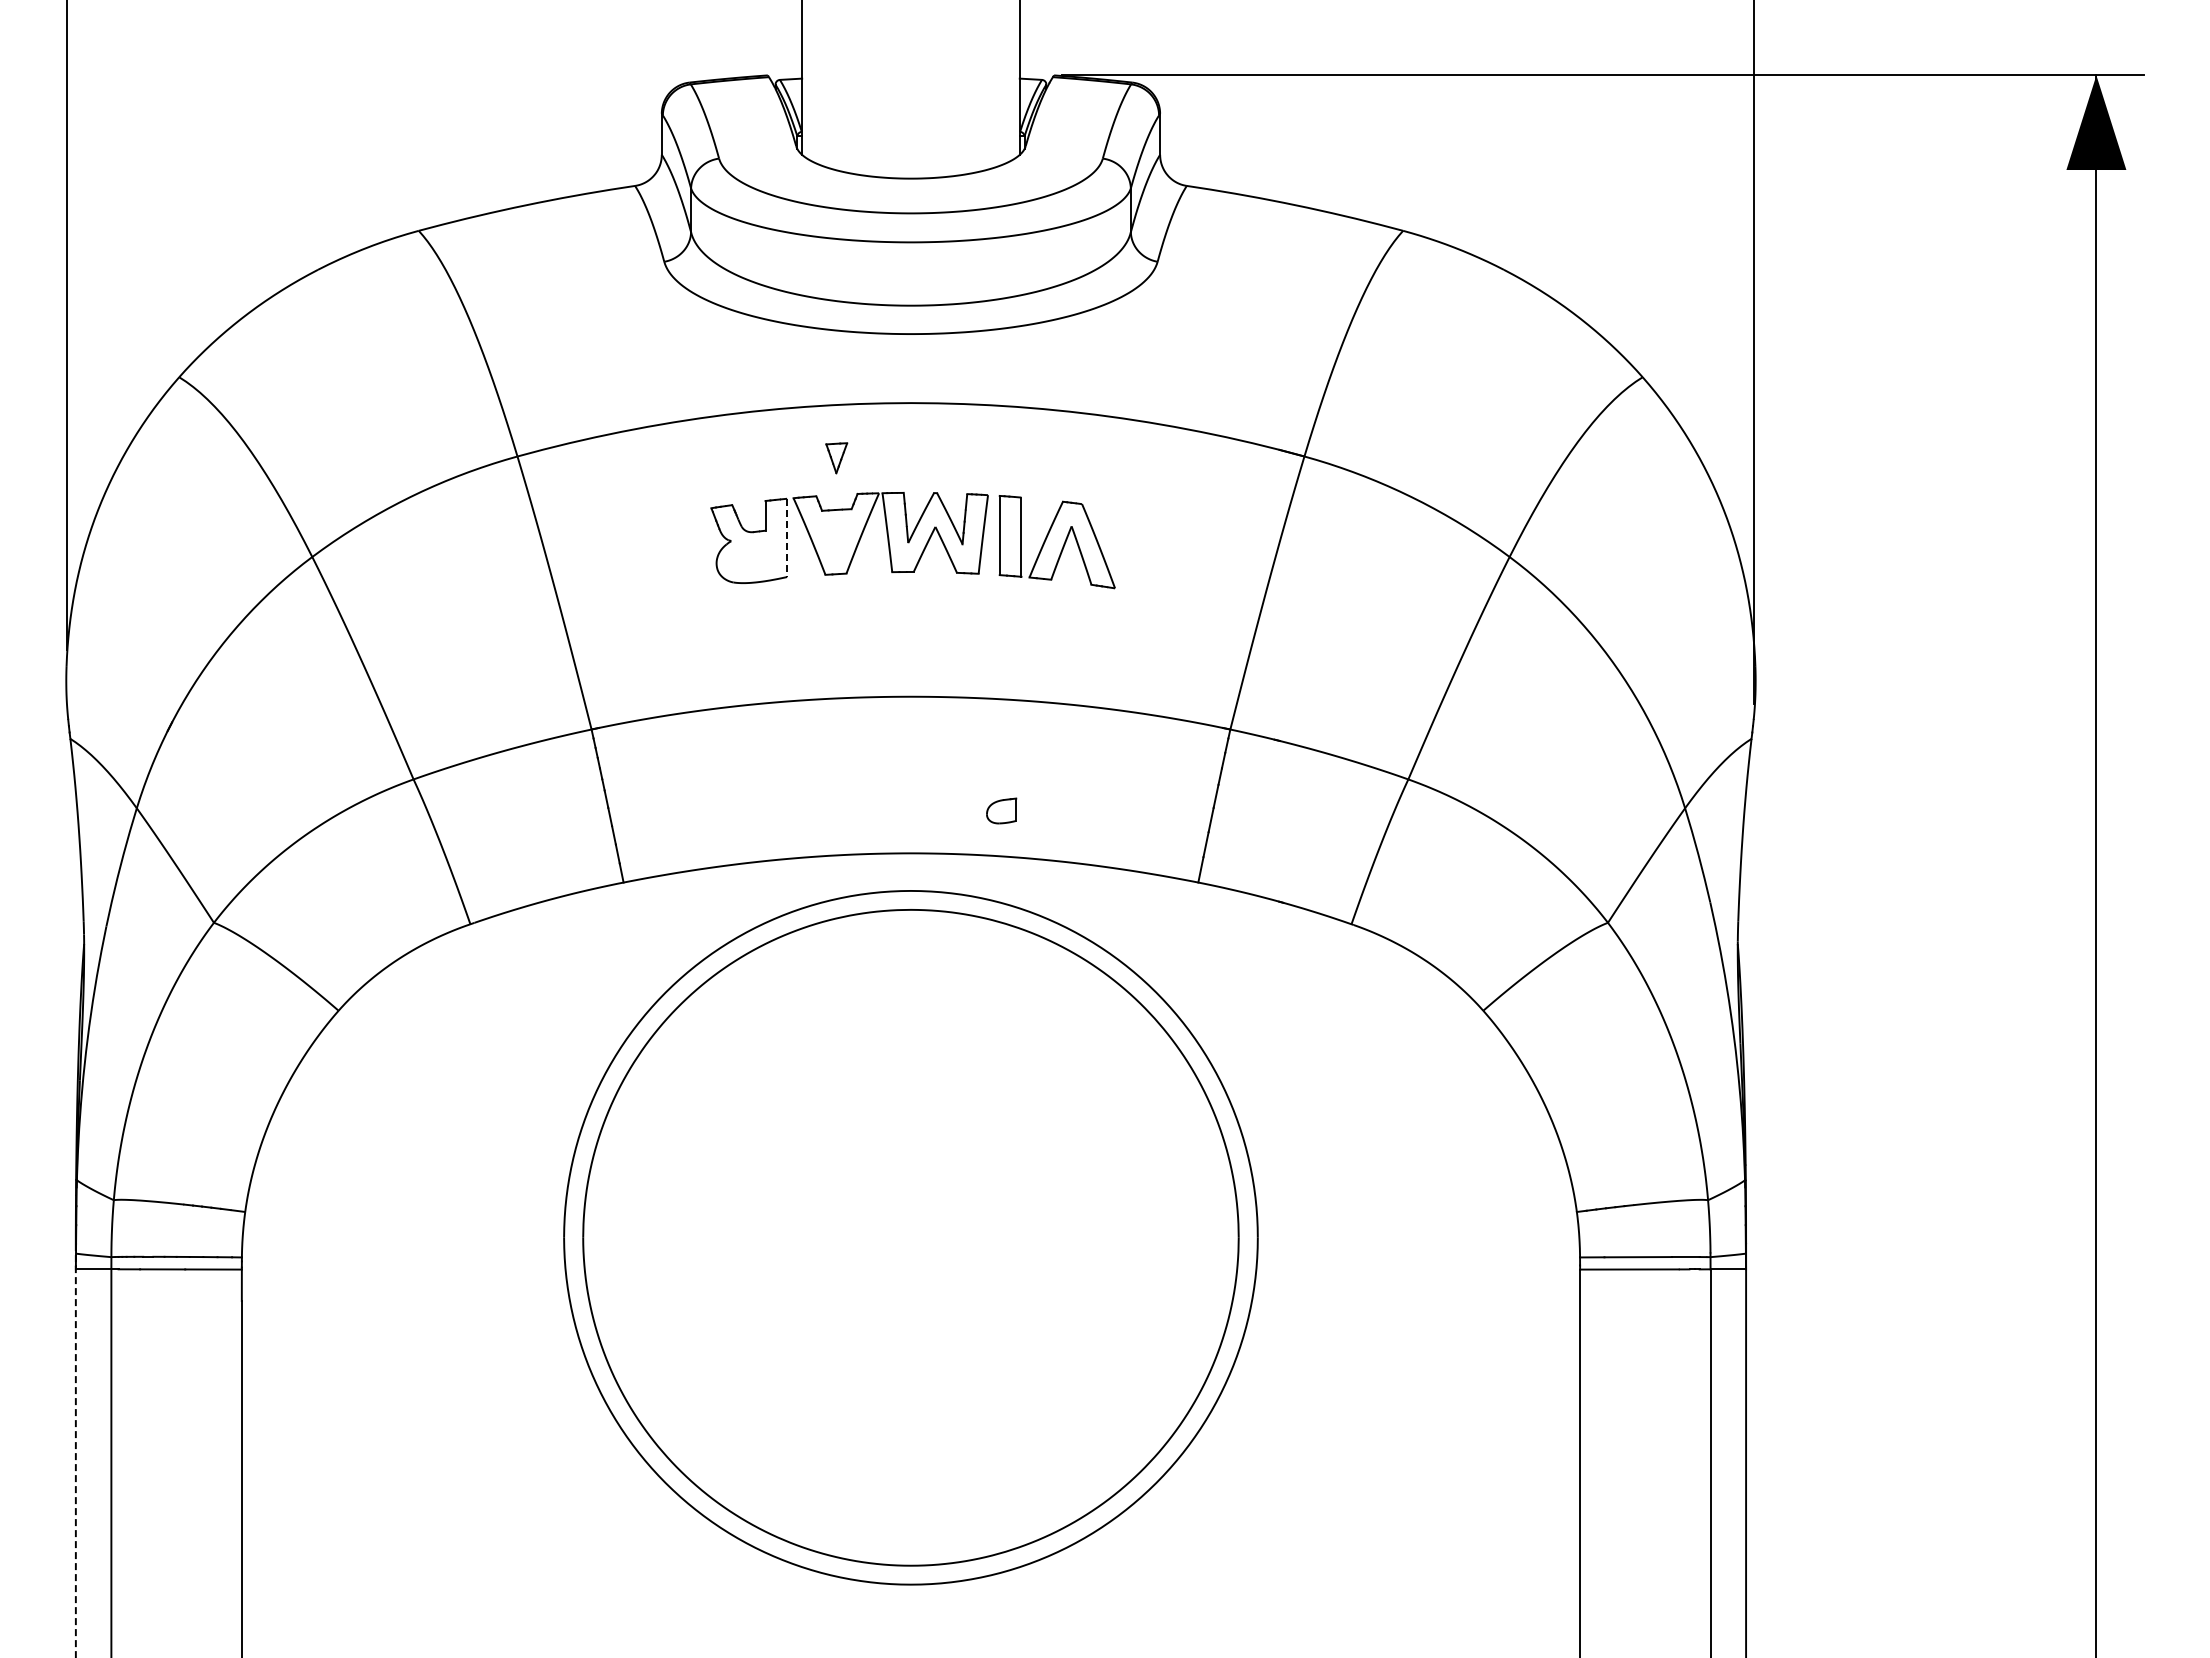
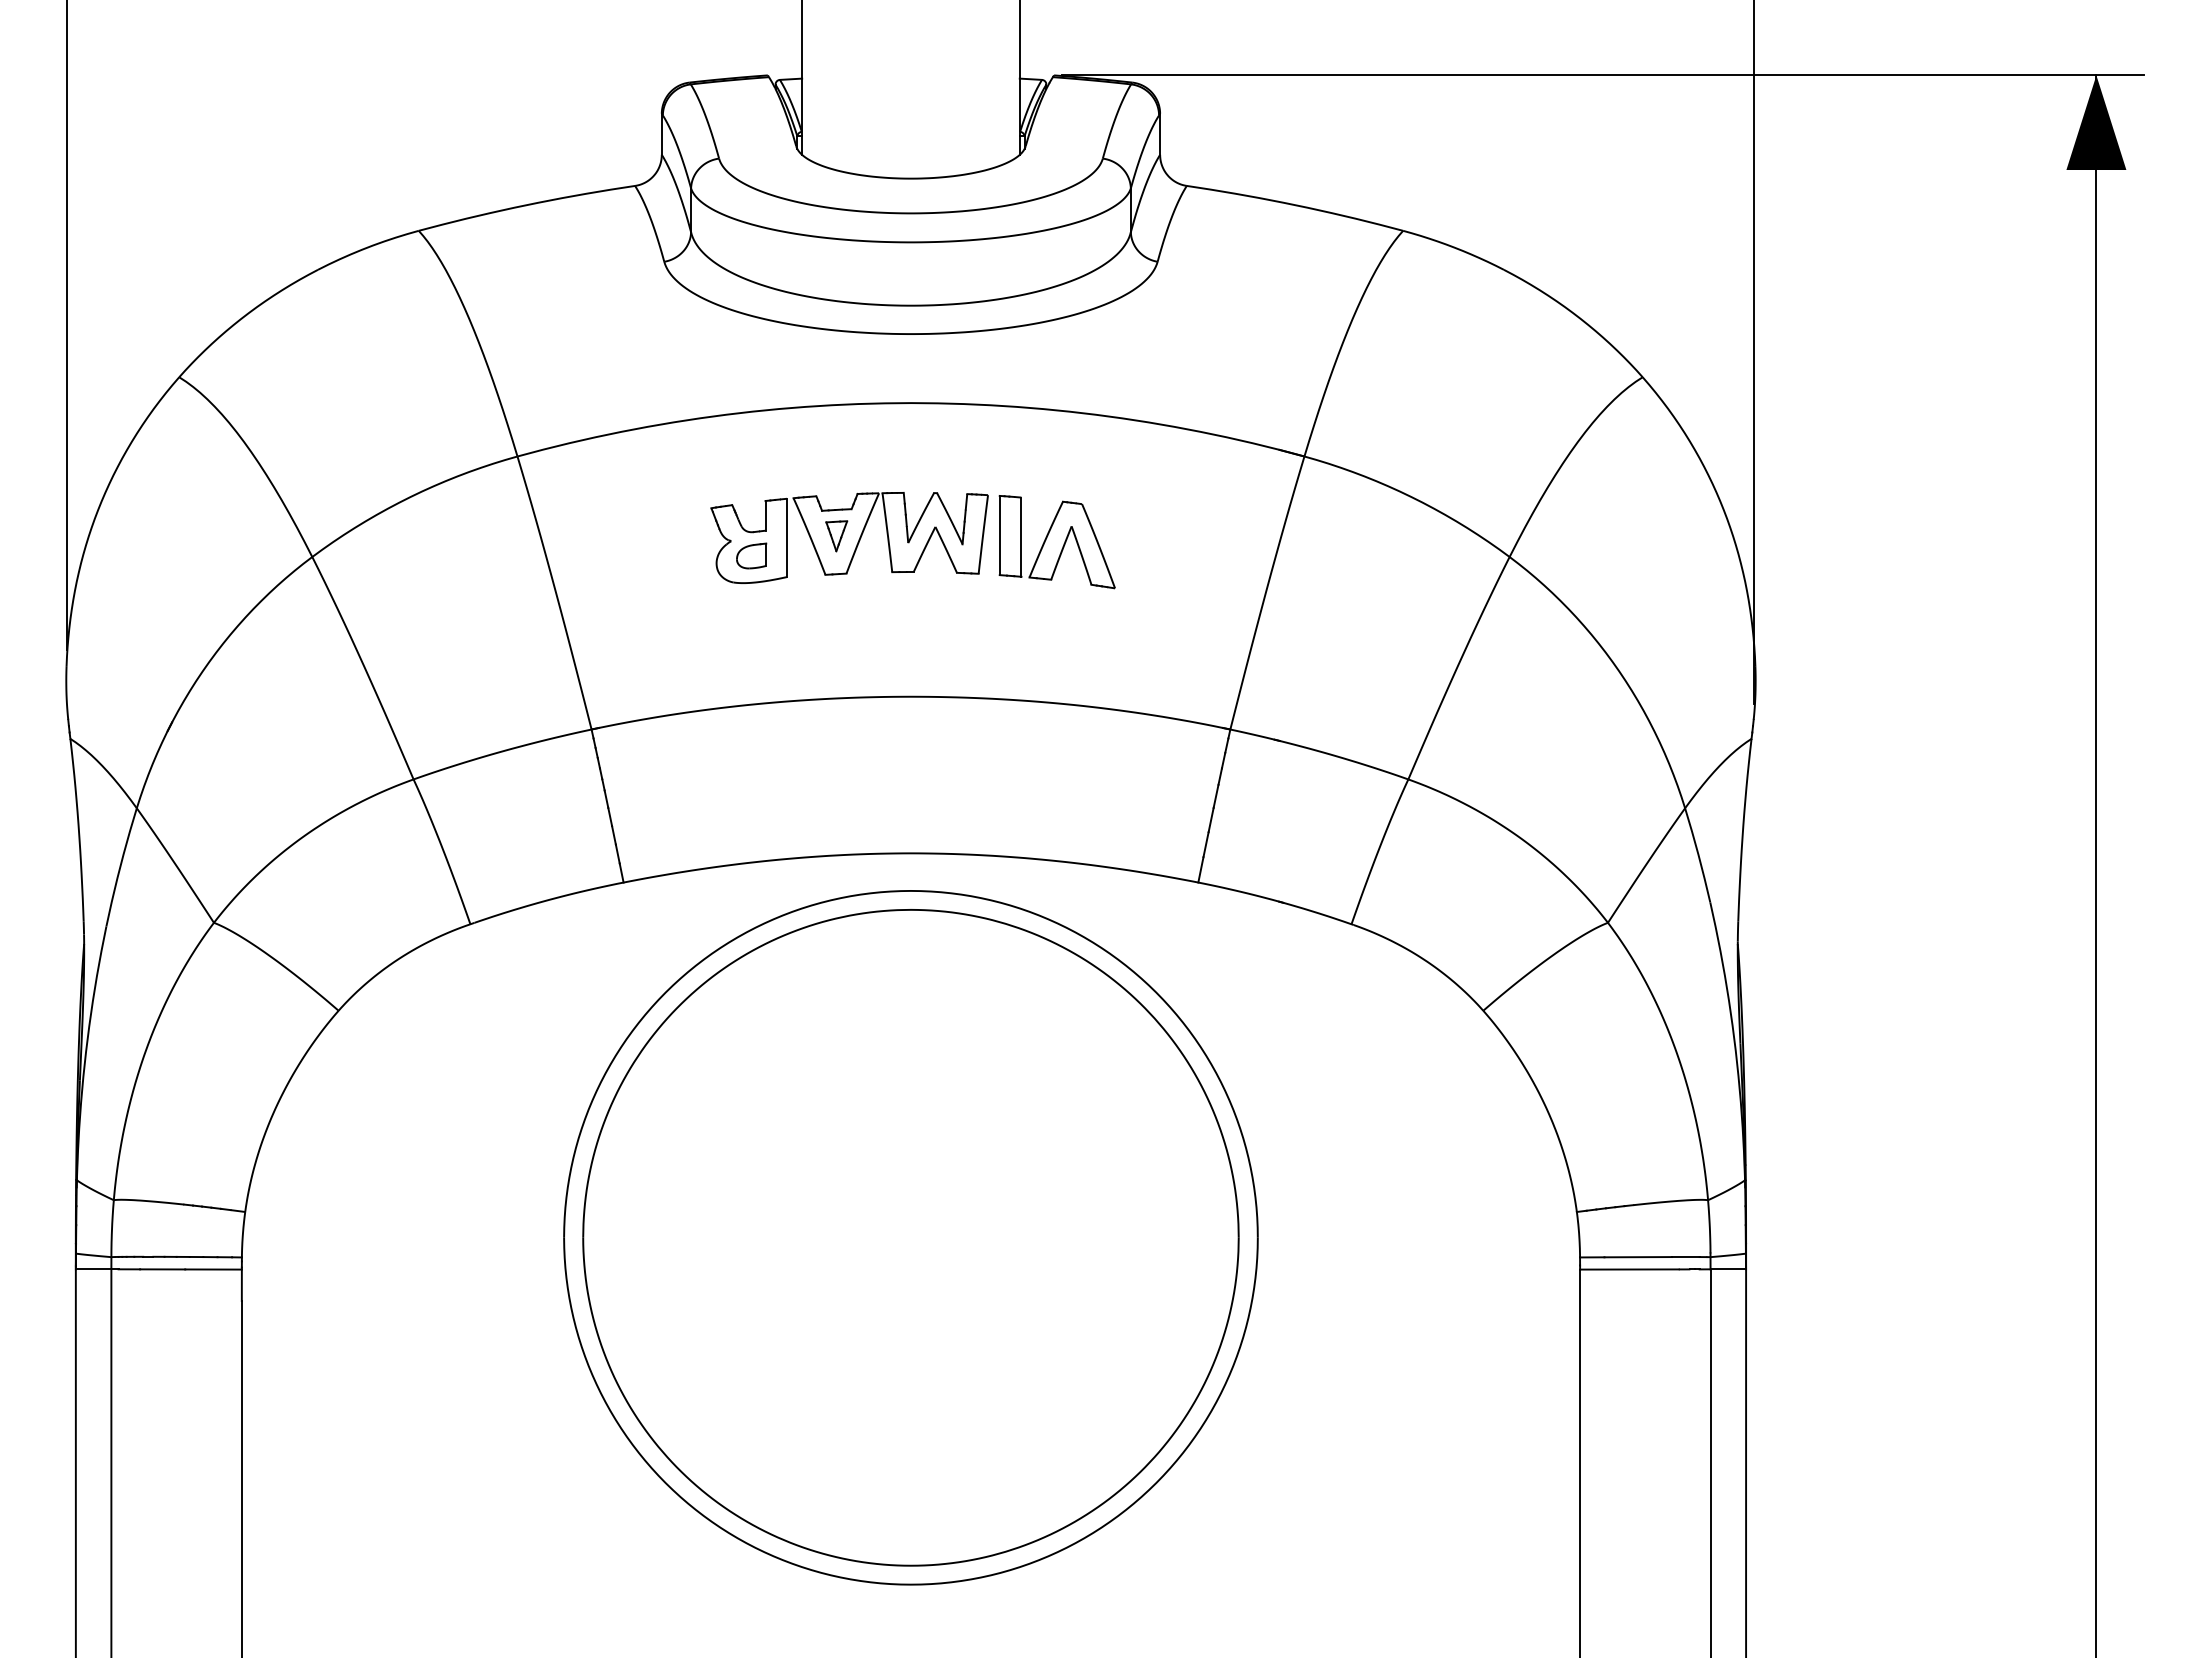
part at (836, 458) position: (836, 458) -> (836, 536)
line at (787, 538): dashed -> solid
part at (1001, 810) position: (1001, 810) -> (751, 555)
line at (75, 1450): dashed -> solid
